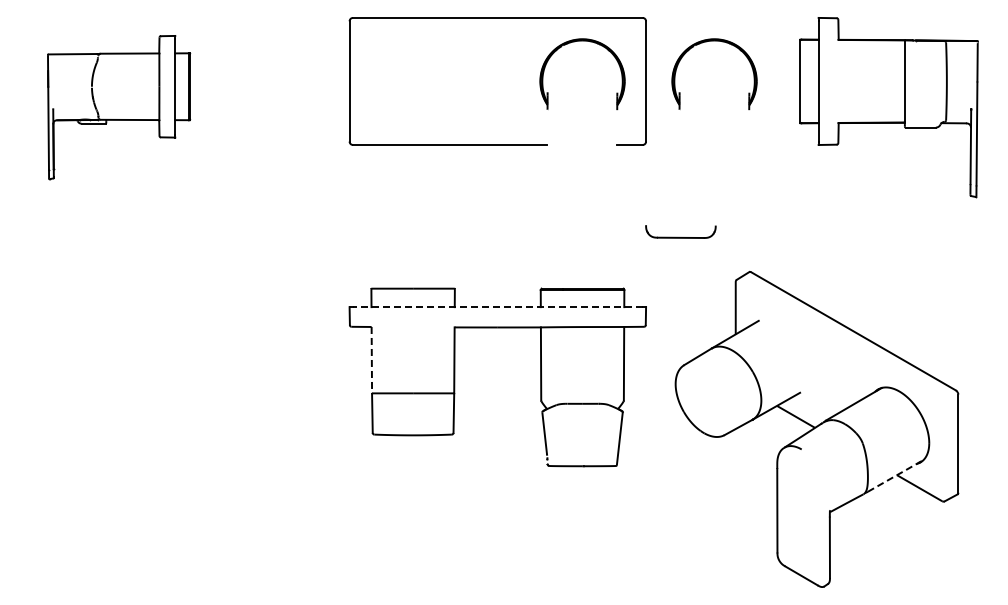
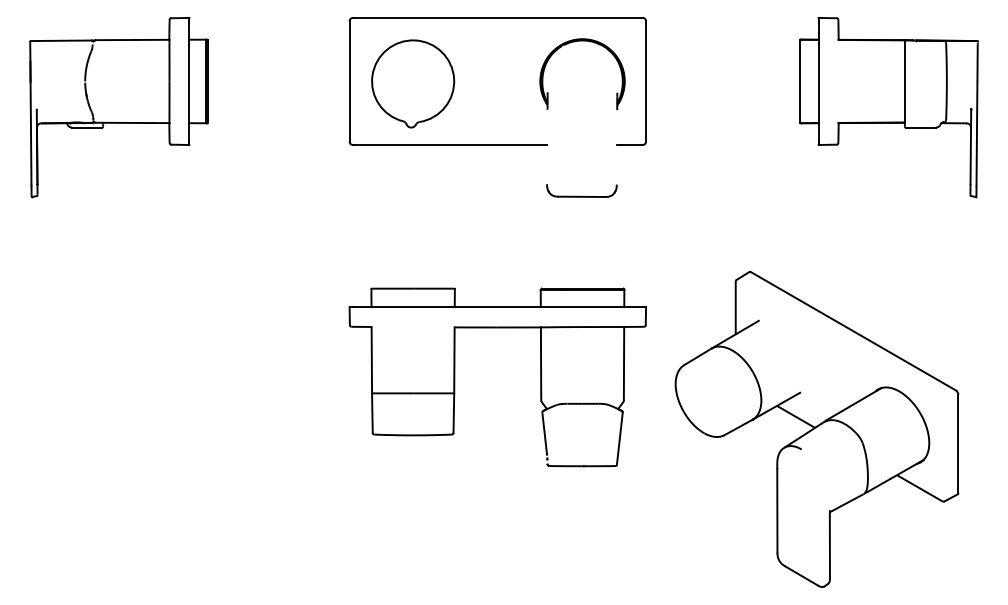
part at (706, 42): present -> none
part at (413, 83): none -> present
part at (119, 107) size: 145x146 px -> 180x182 px
part at (680, 231) position: (680, 231) -> (581, 190)
line at (497, 307): dashed -> solid
line at (371, 360): dashed -> solid
line at (896, 475): dashed -> solid
